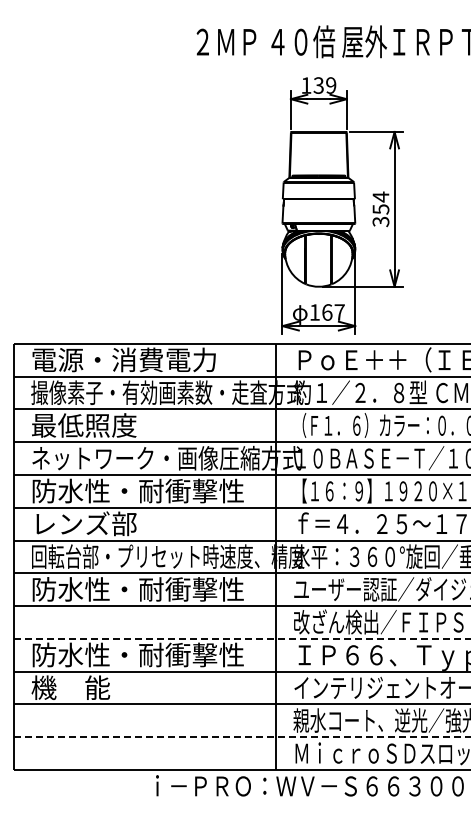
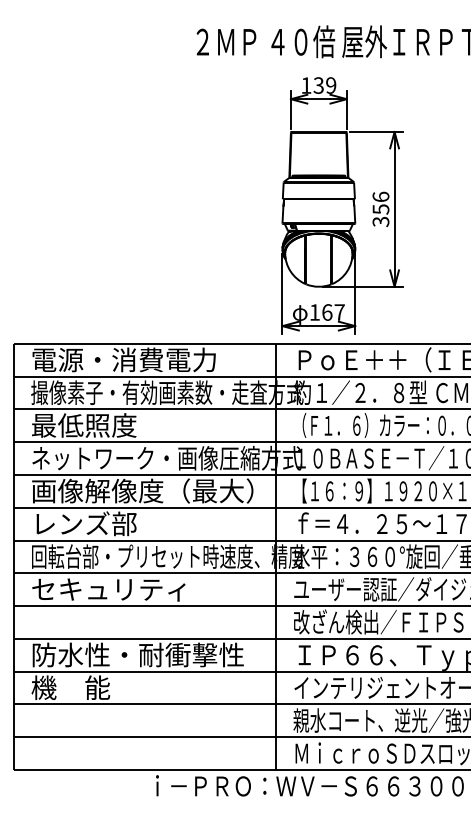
text at (380, 196): 354 -> 356
text at (142, 490): 防水性・耐衝撃性 -> 画像解像度（最大）
text at (137, 589): 防水性・耐衝撃性 -> セキュリティ
line at (243, 638): dashed -> solid
line at (243, 737): dashed -> solid
